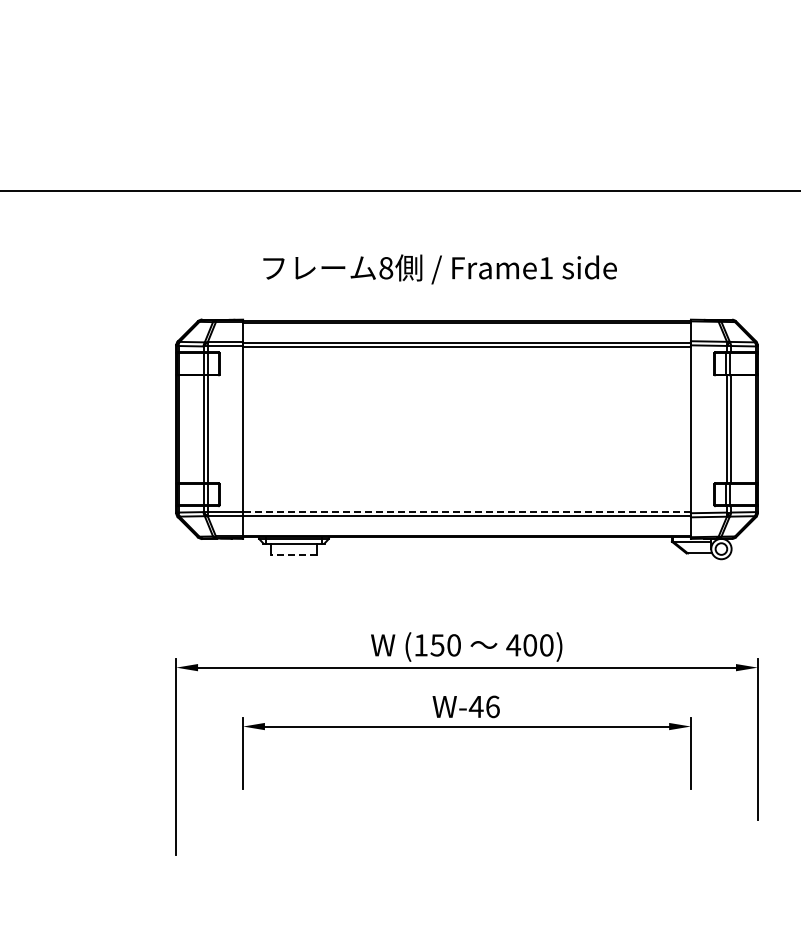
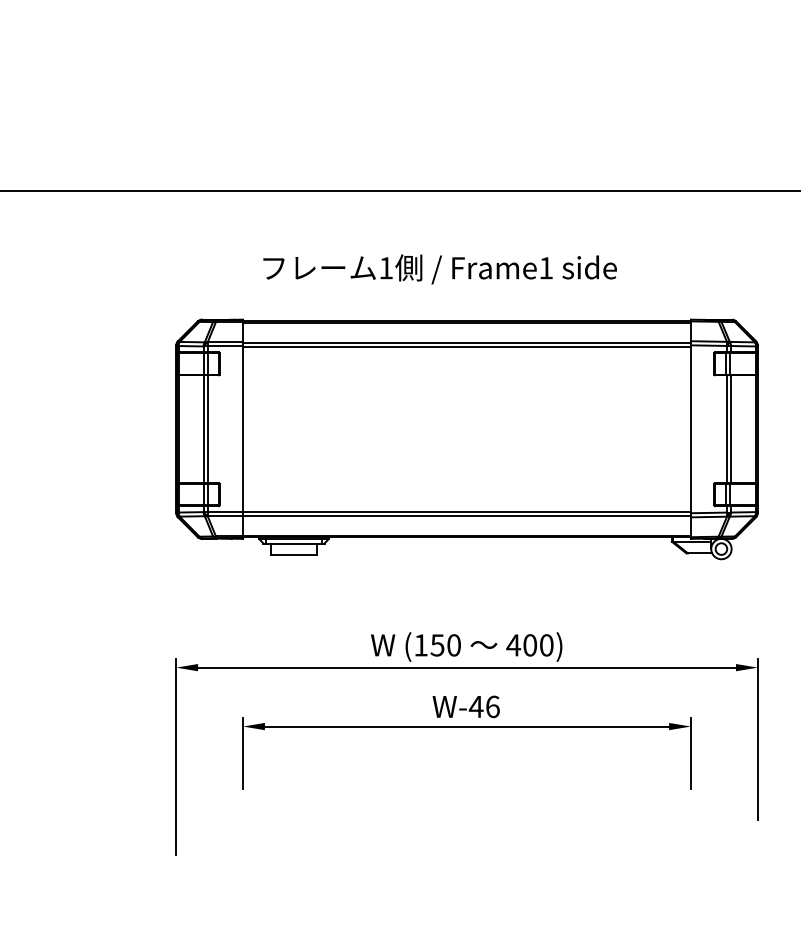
text at (386, 268): 8 -> 1
line at (467, 511): dashed -> solid
line at (294, 555): dashed -> solid
